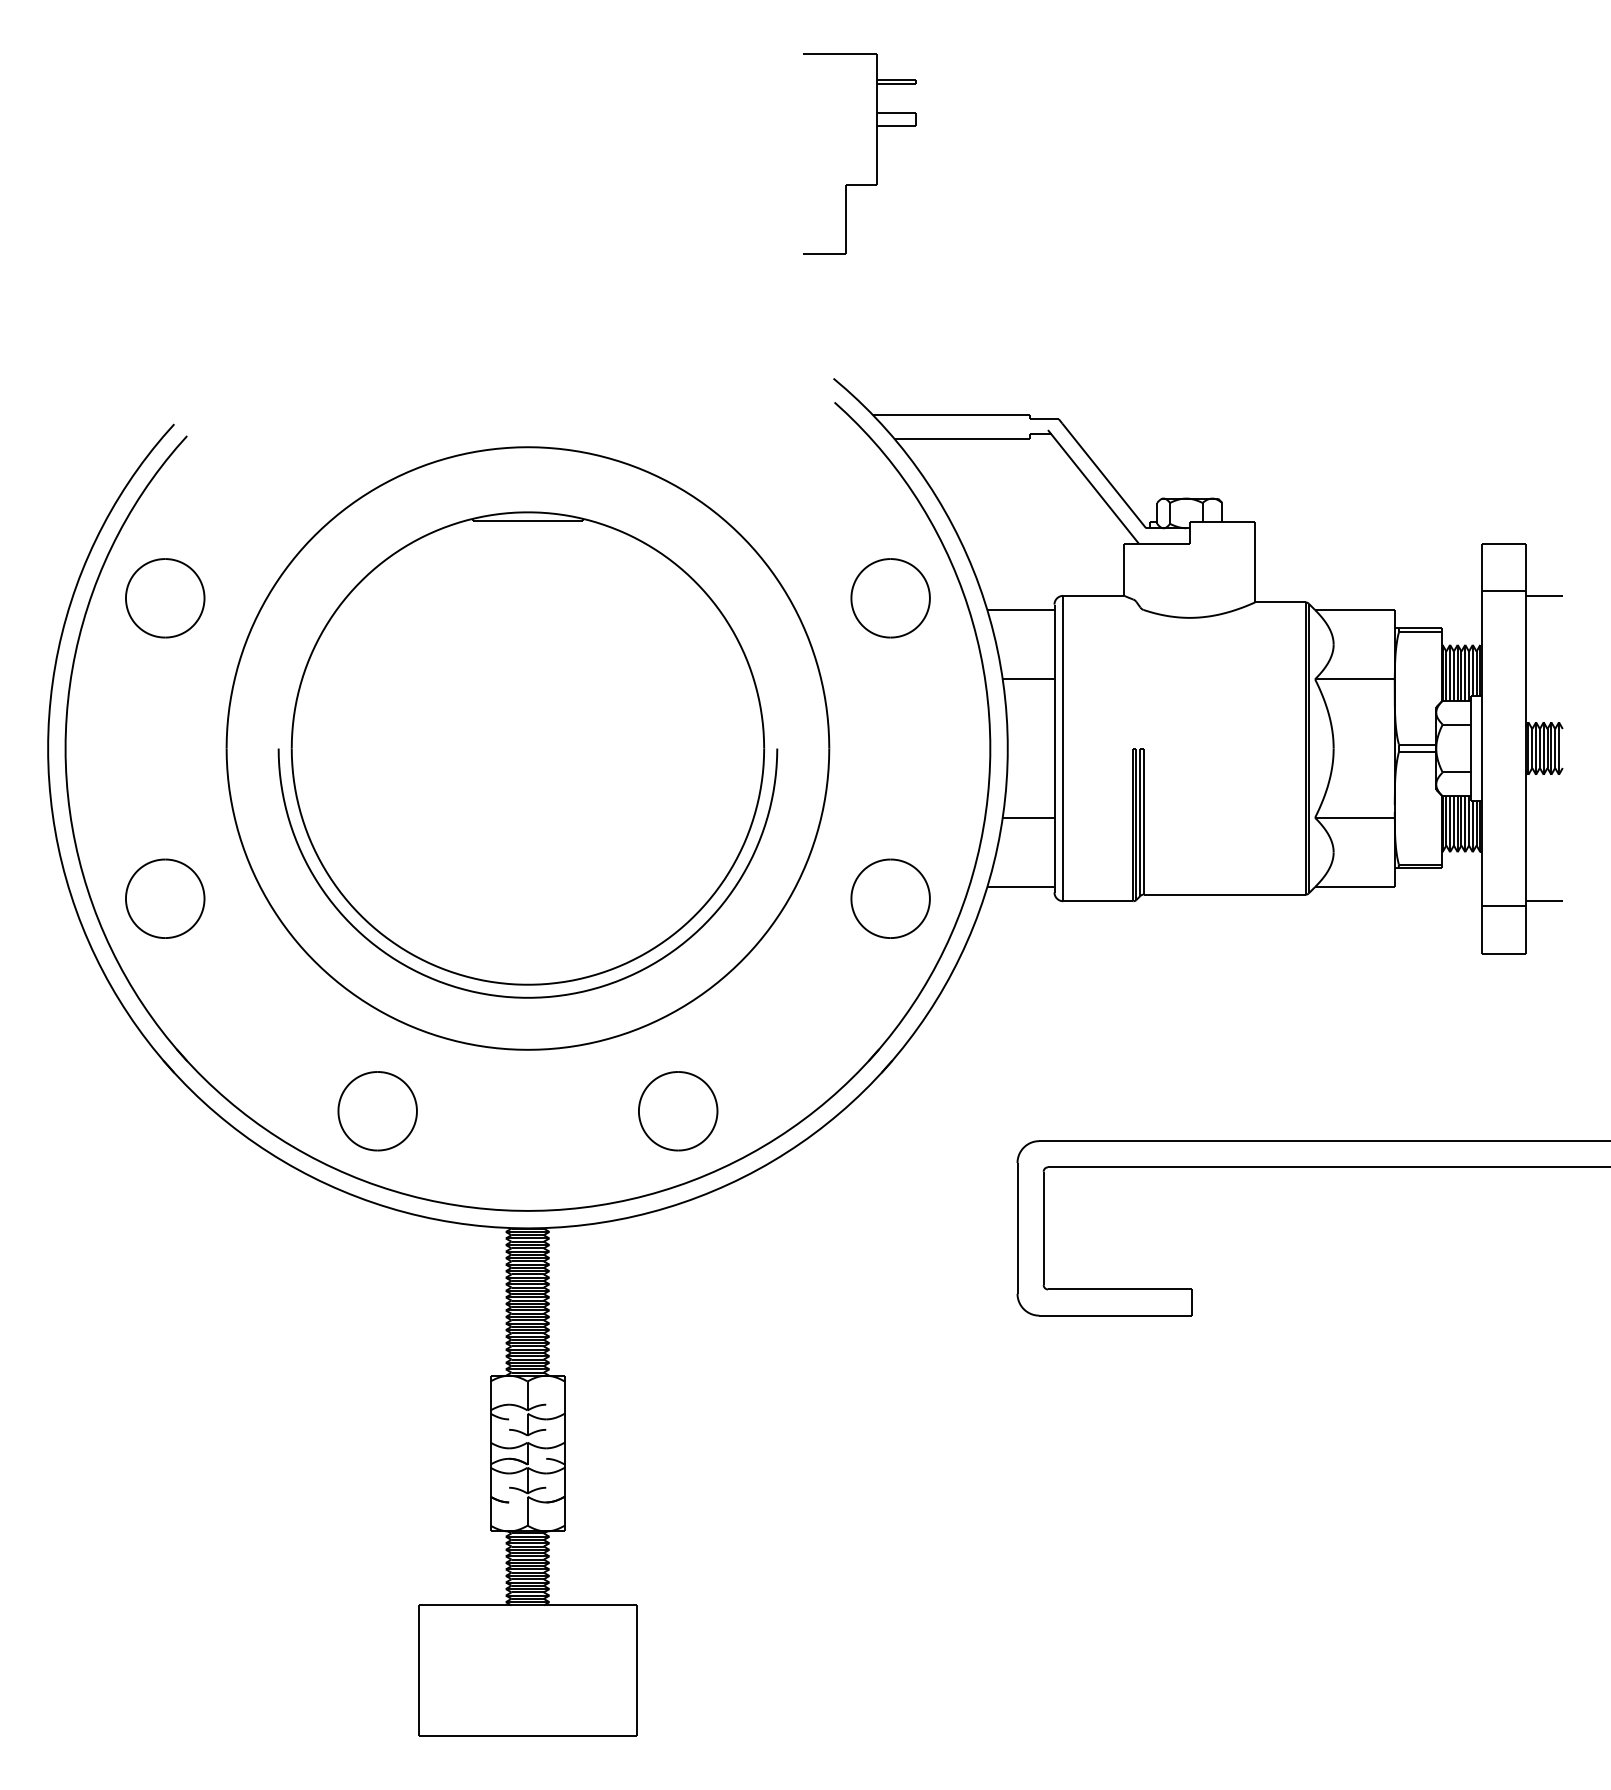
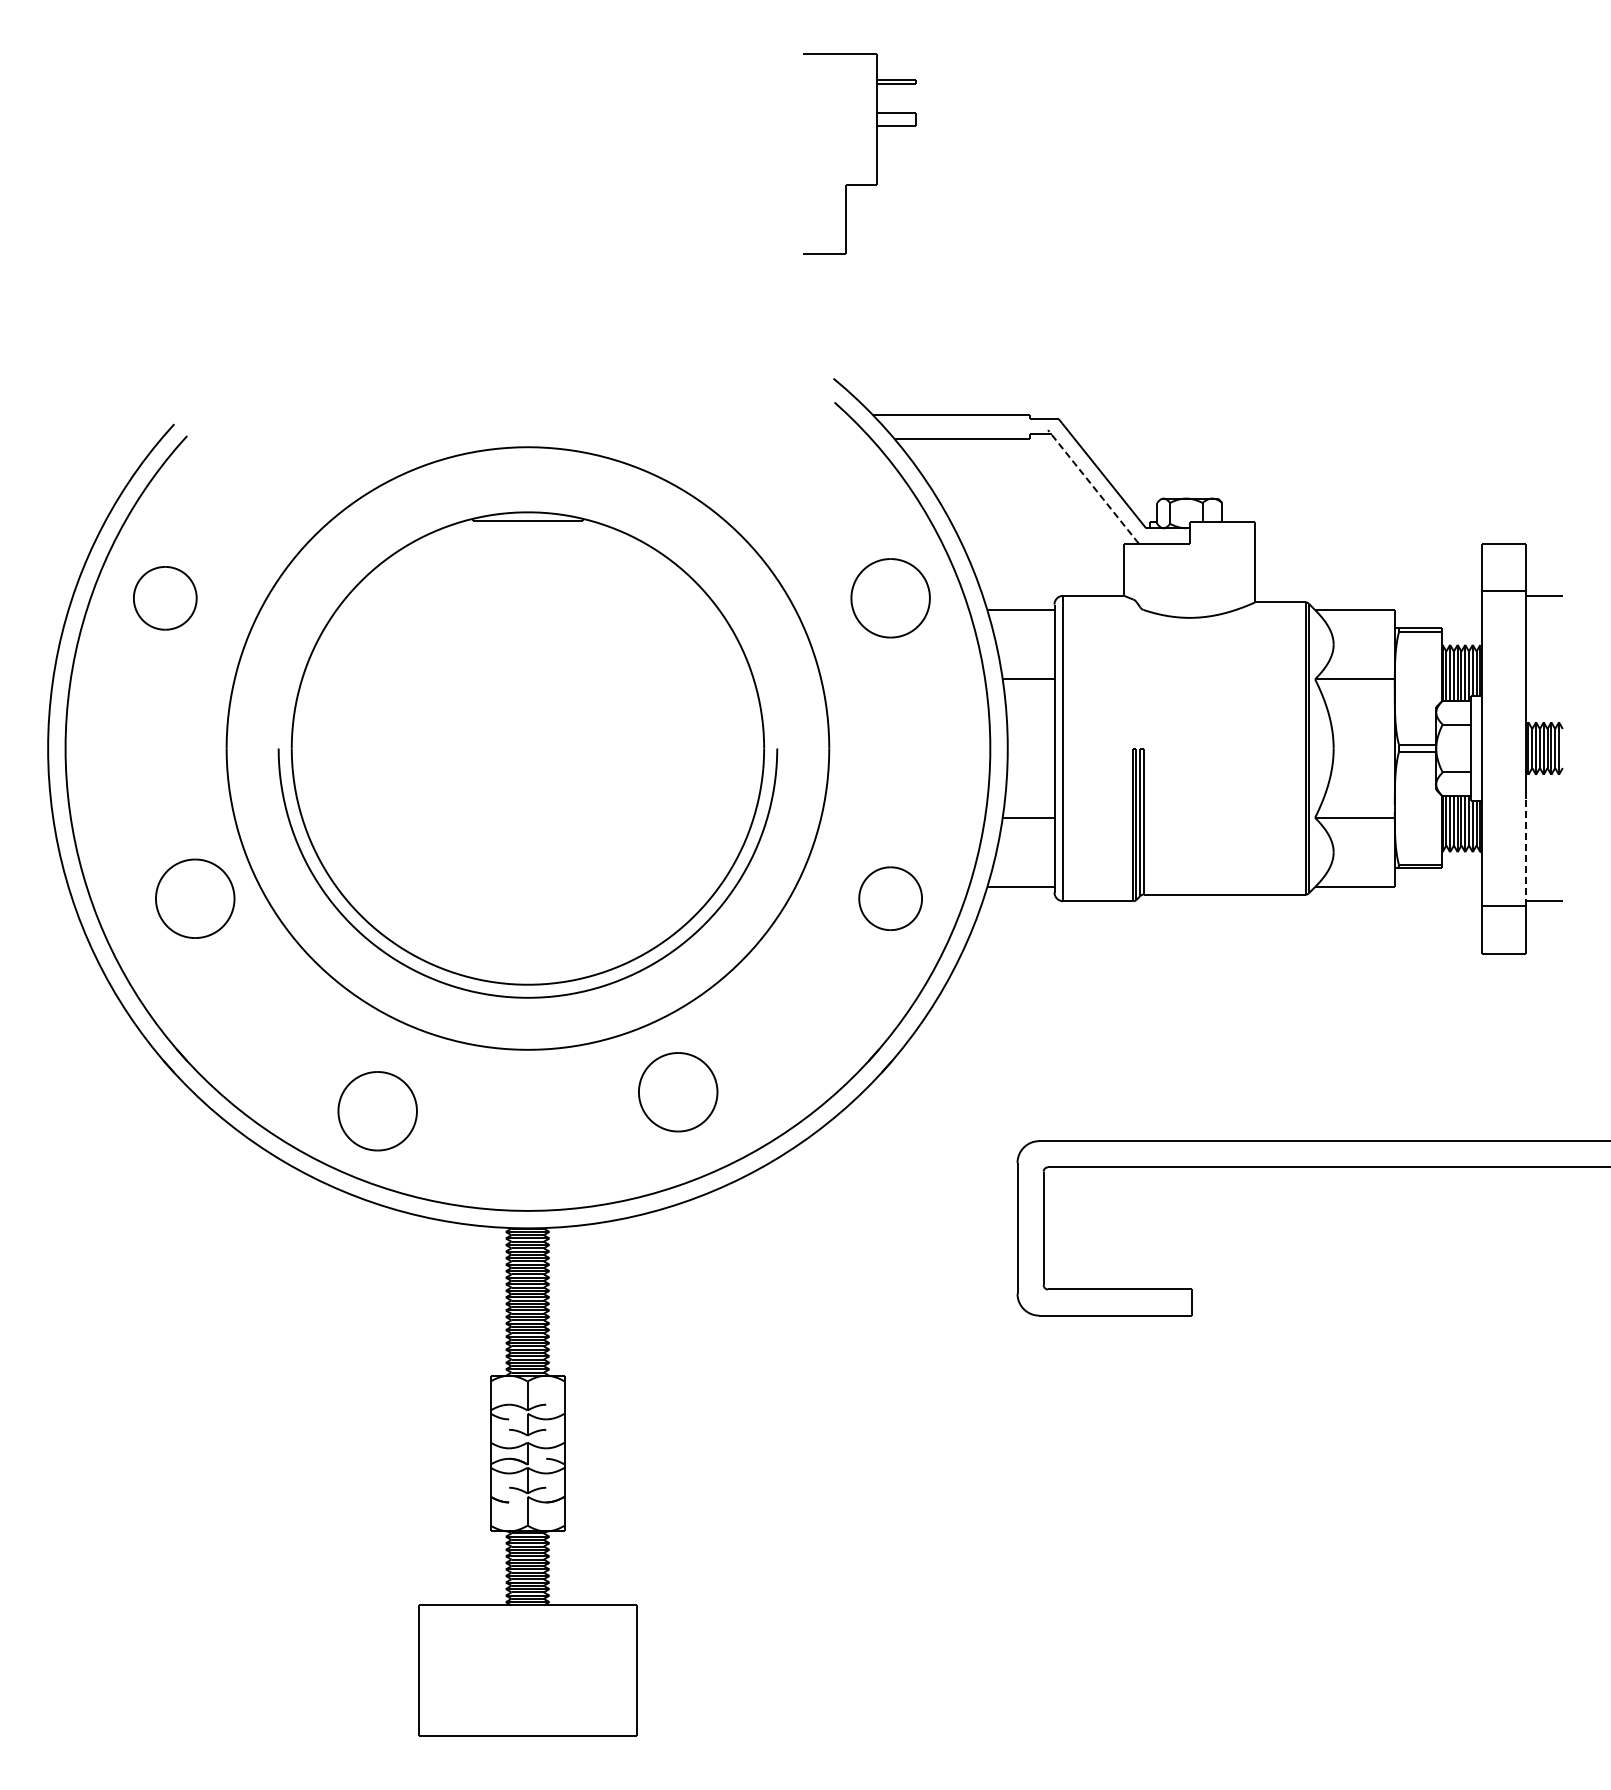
line at (1093, 486): solid -> dashed
part at (165, 598) size: 81x81 px -> 65x65 px
line at (1525, 852): solid -> dashed
part at (165, 898) position: (165, 898) -> (195, 898)
part at (890, 898) size: 81x81 px -> 65x65 px
part at (678, 1111) position: (678, 1111) -> (678, 1092)
